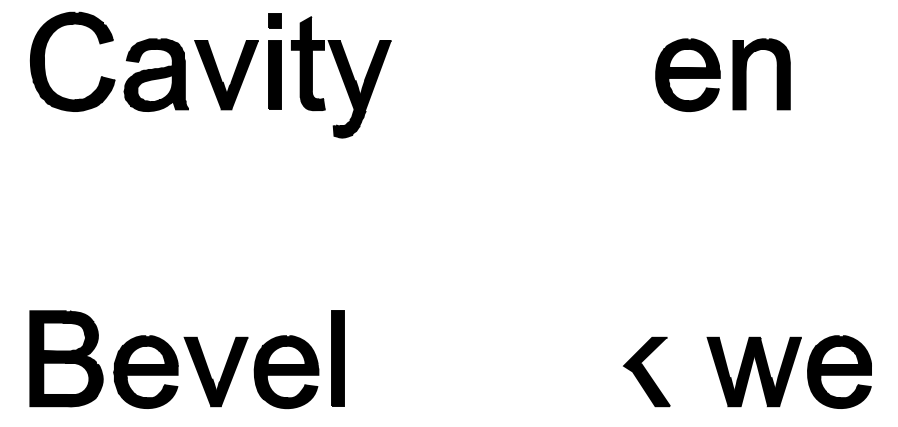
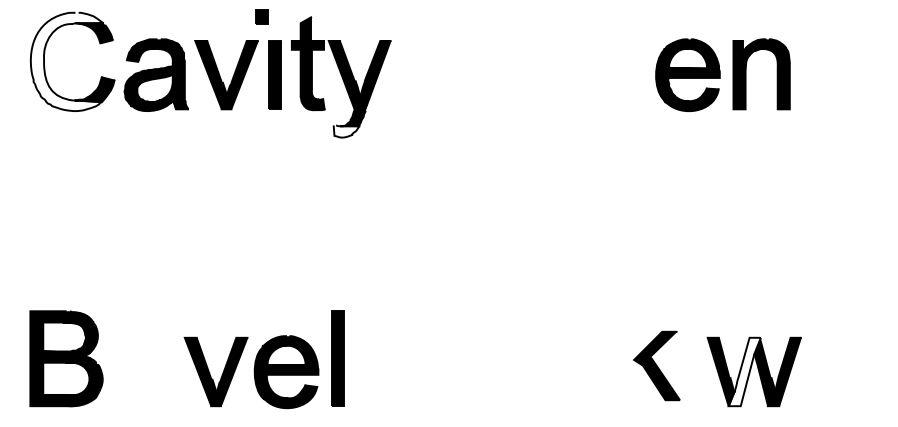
part at (274, 20) position: (274, 20) -> (261, 16)
fill at (66, 61): present -> none
fill at (346, 131): present -> none
part at (145, 371): present -> none
part at (646, 371) position: (646, 371) -> (656, 365)
fill at (744, 371): present -> none
part at (839, 371): present -> none
